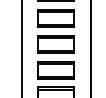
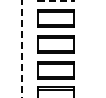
line at (56, 1): solid -> dashed
line at (90, 48): present -> none
line at (21, 49): solid -> dashed
